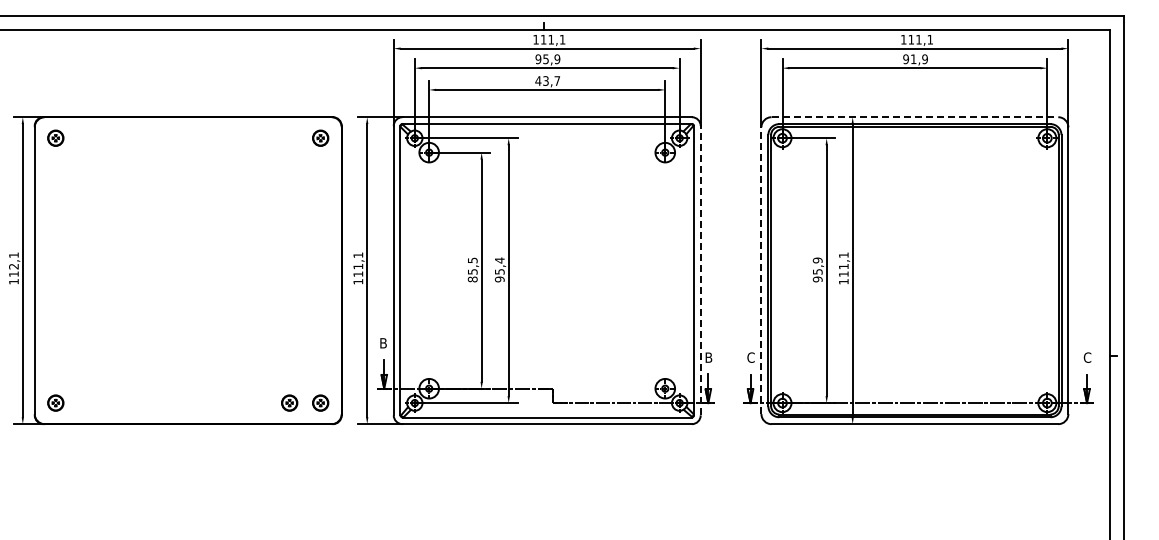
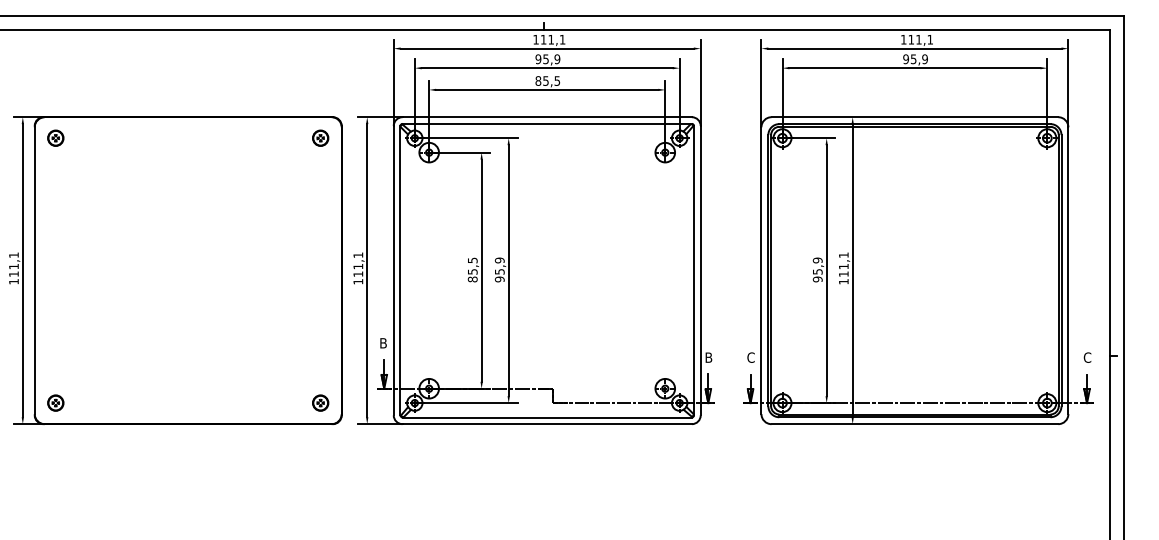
text at (913, 59): 91,9 -> 95,9
text at (547, 80): 43,7 -> 85,5
line at (915, 117): dashed -> solid
text at (499, 260): 95,4 -> 95,9
text at (13, 266): 112,1 -> 111,1
line at (700, 270): dashed -> solid
line at (761, 270): dashed -> solid
part at (289, 402): present -> none
